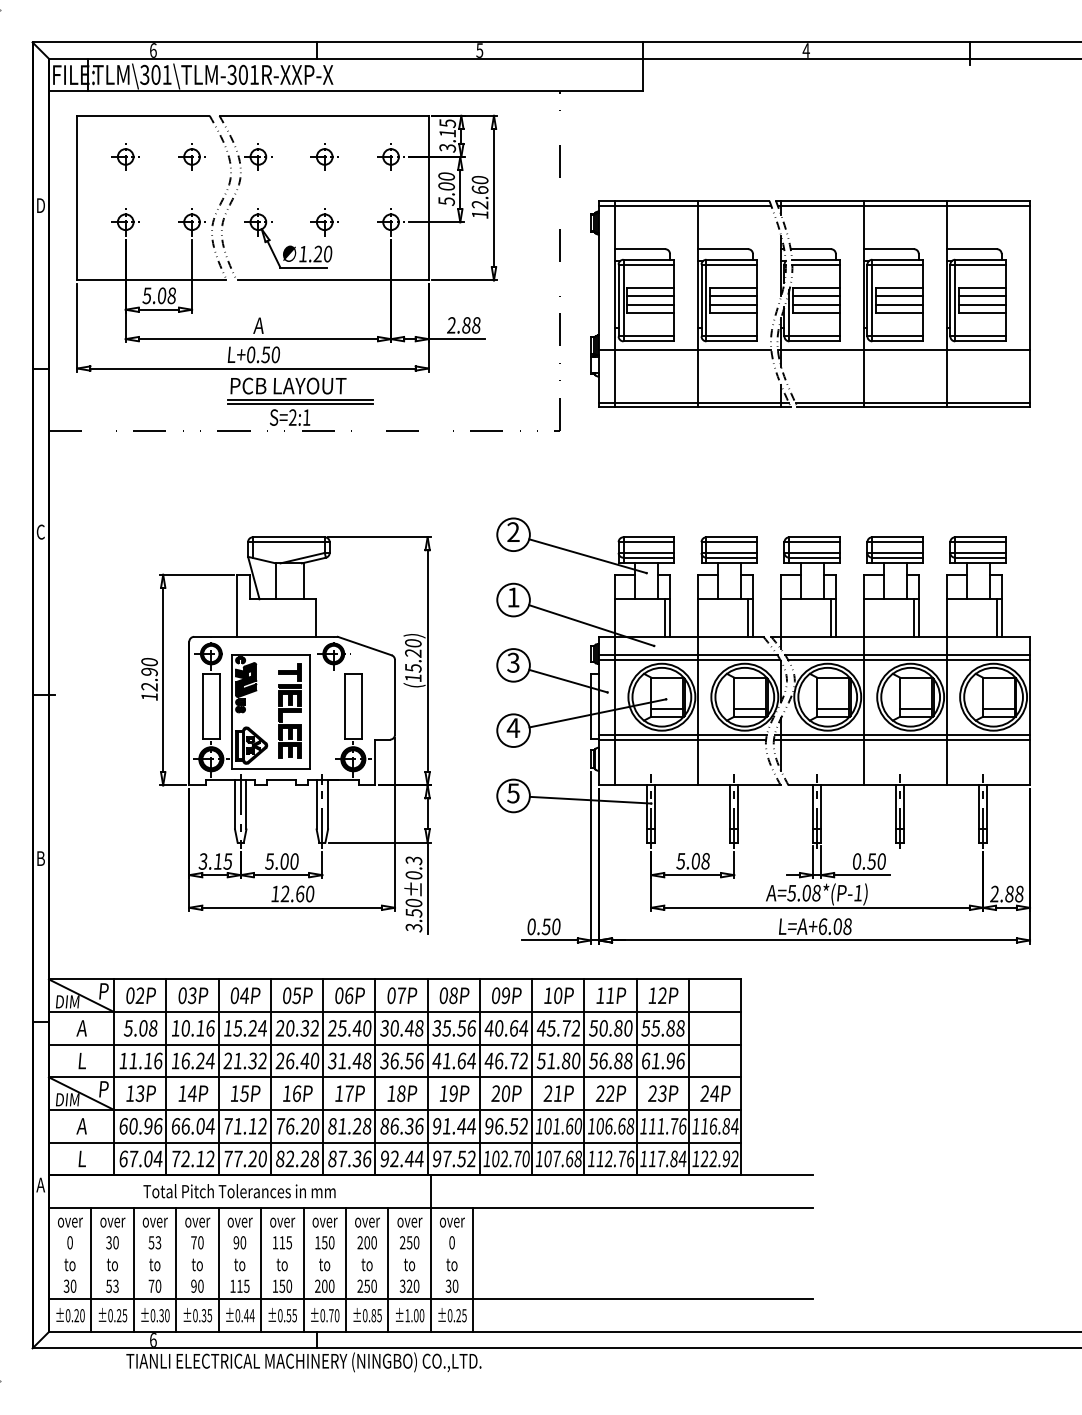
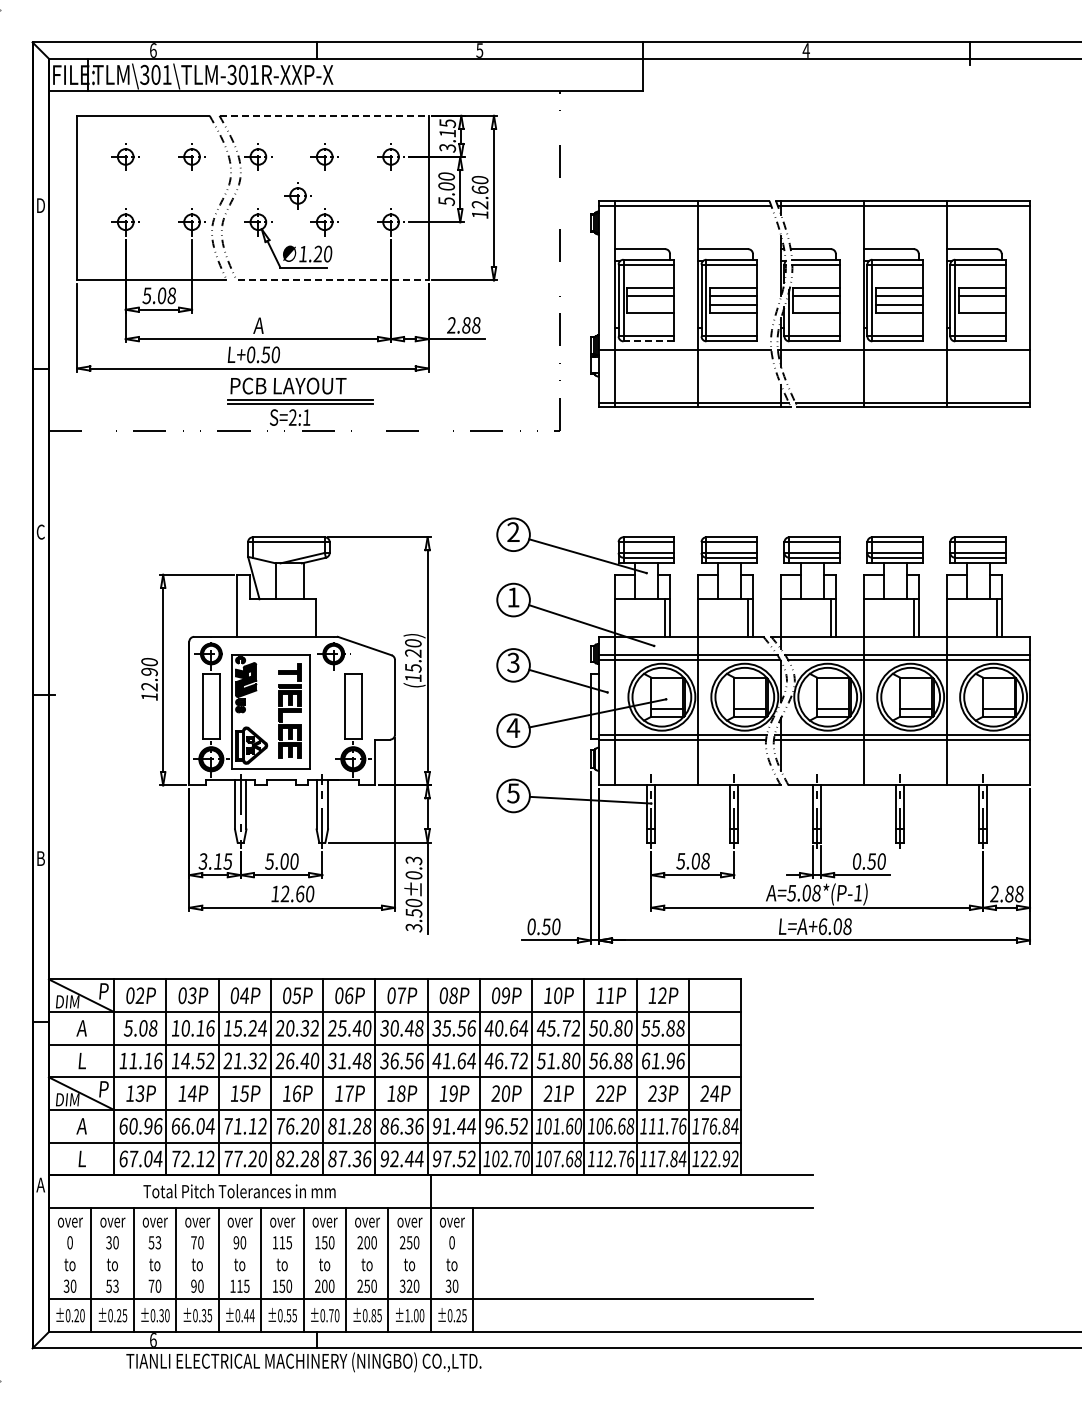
line at (324, 115): solid -> dashed
part at (297, 195): none -> present
line at (333, 280): solid -> dashed
line at (650, 304): present -> none
line at (815, 304): present -> none
line at (981, 304): present -> none
line at (648, 341): solid -> dashed
text at (197, 1060): 16.24 -> 14.52
text at (705, 1126): 116.84 -> 176.84
